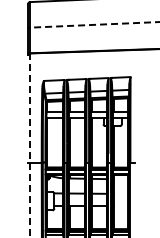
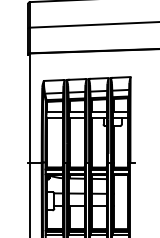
line at (94, 24): dashed -> solid
line at (30, 145): dashed -> solid
